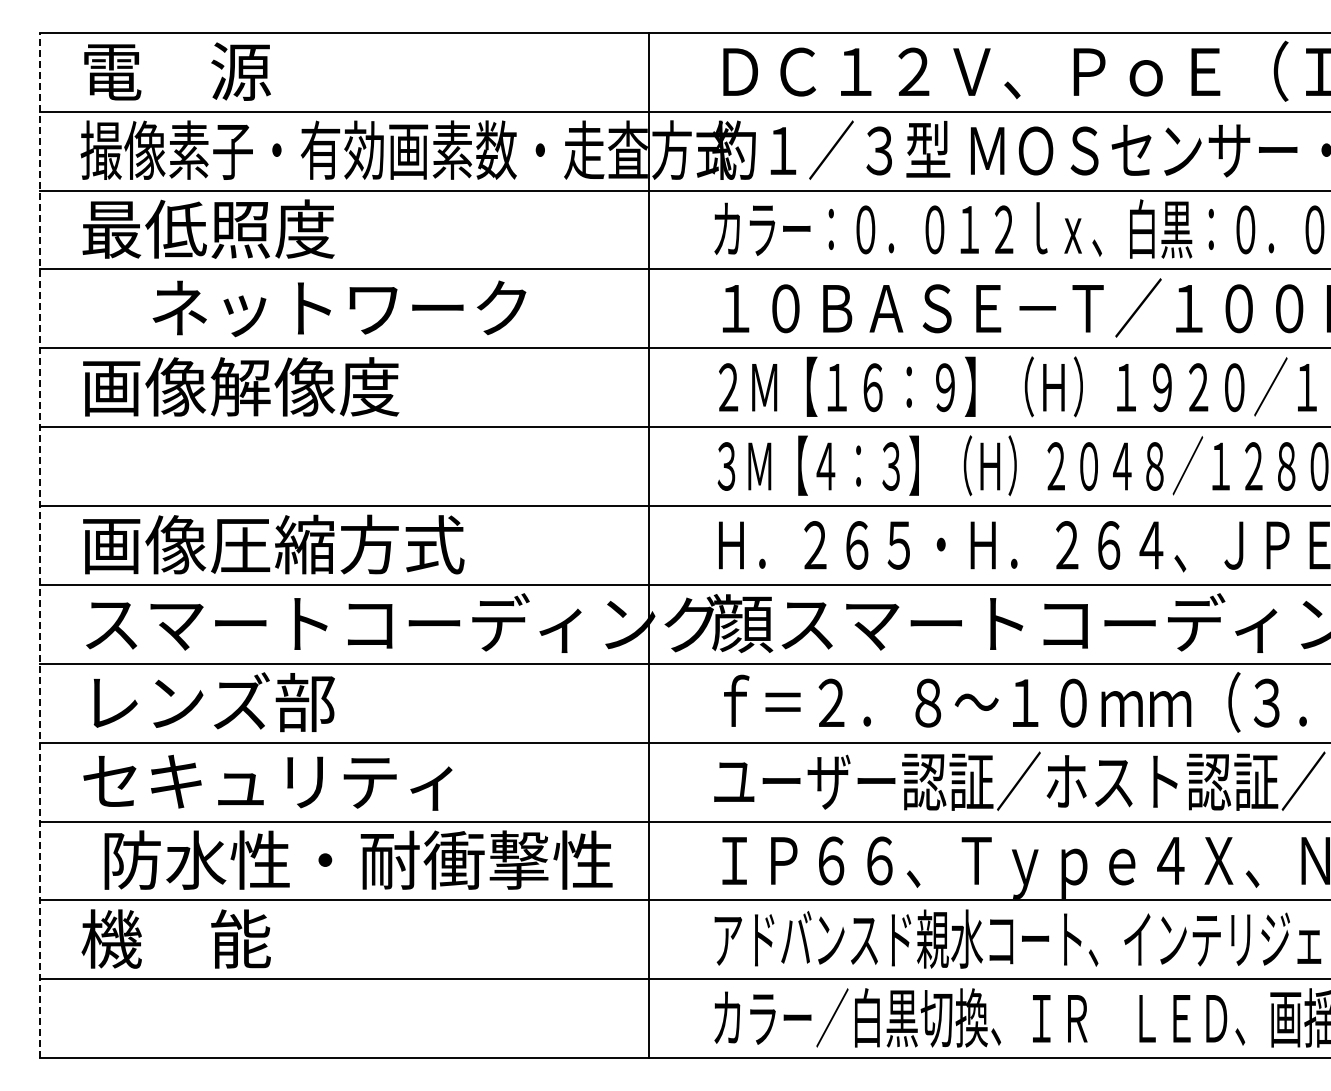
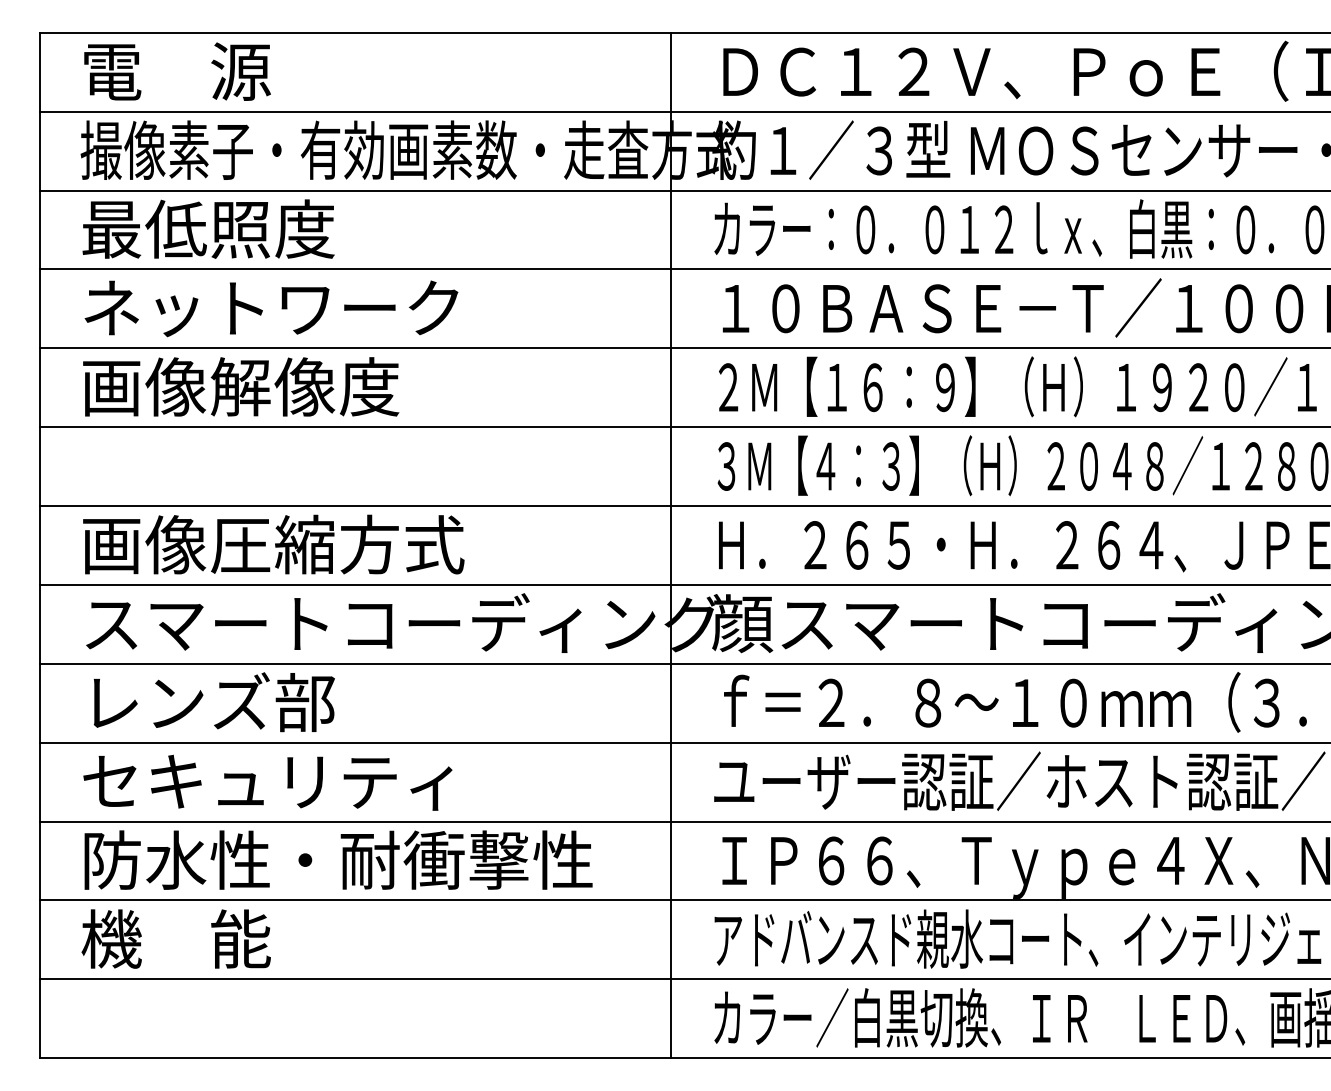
text at (339, 308) position: (339, 308) -> (271, 308)
line at (39, 545): dashed -> solid
line at (648, 545) position: (648, 545) -> (670, 545)
text at (358, 859) position: (358, 859) -> (338, 859)
